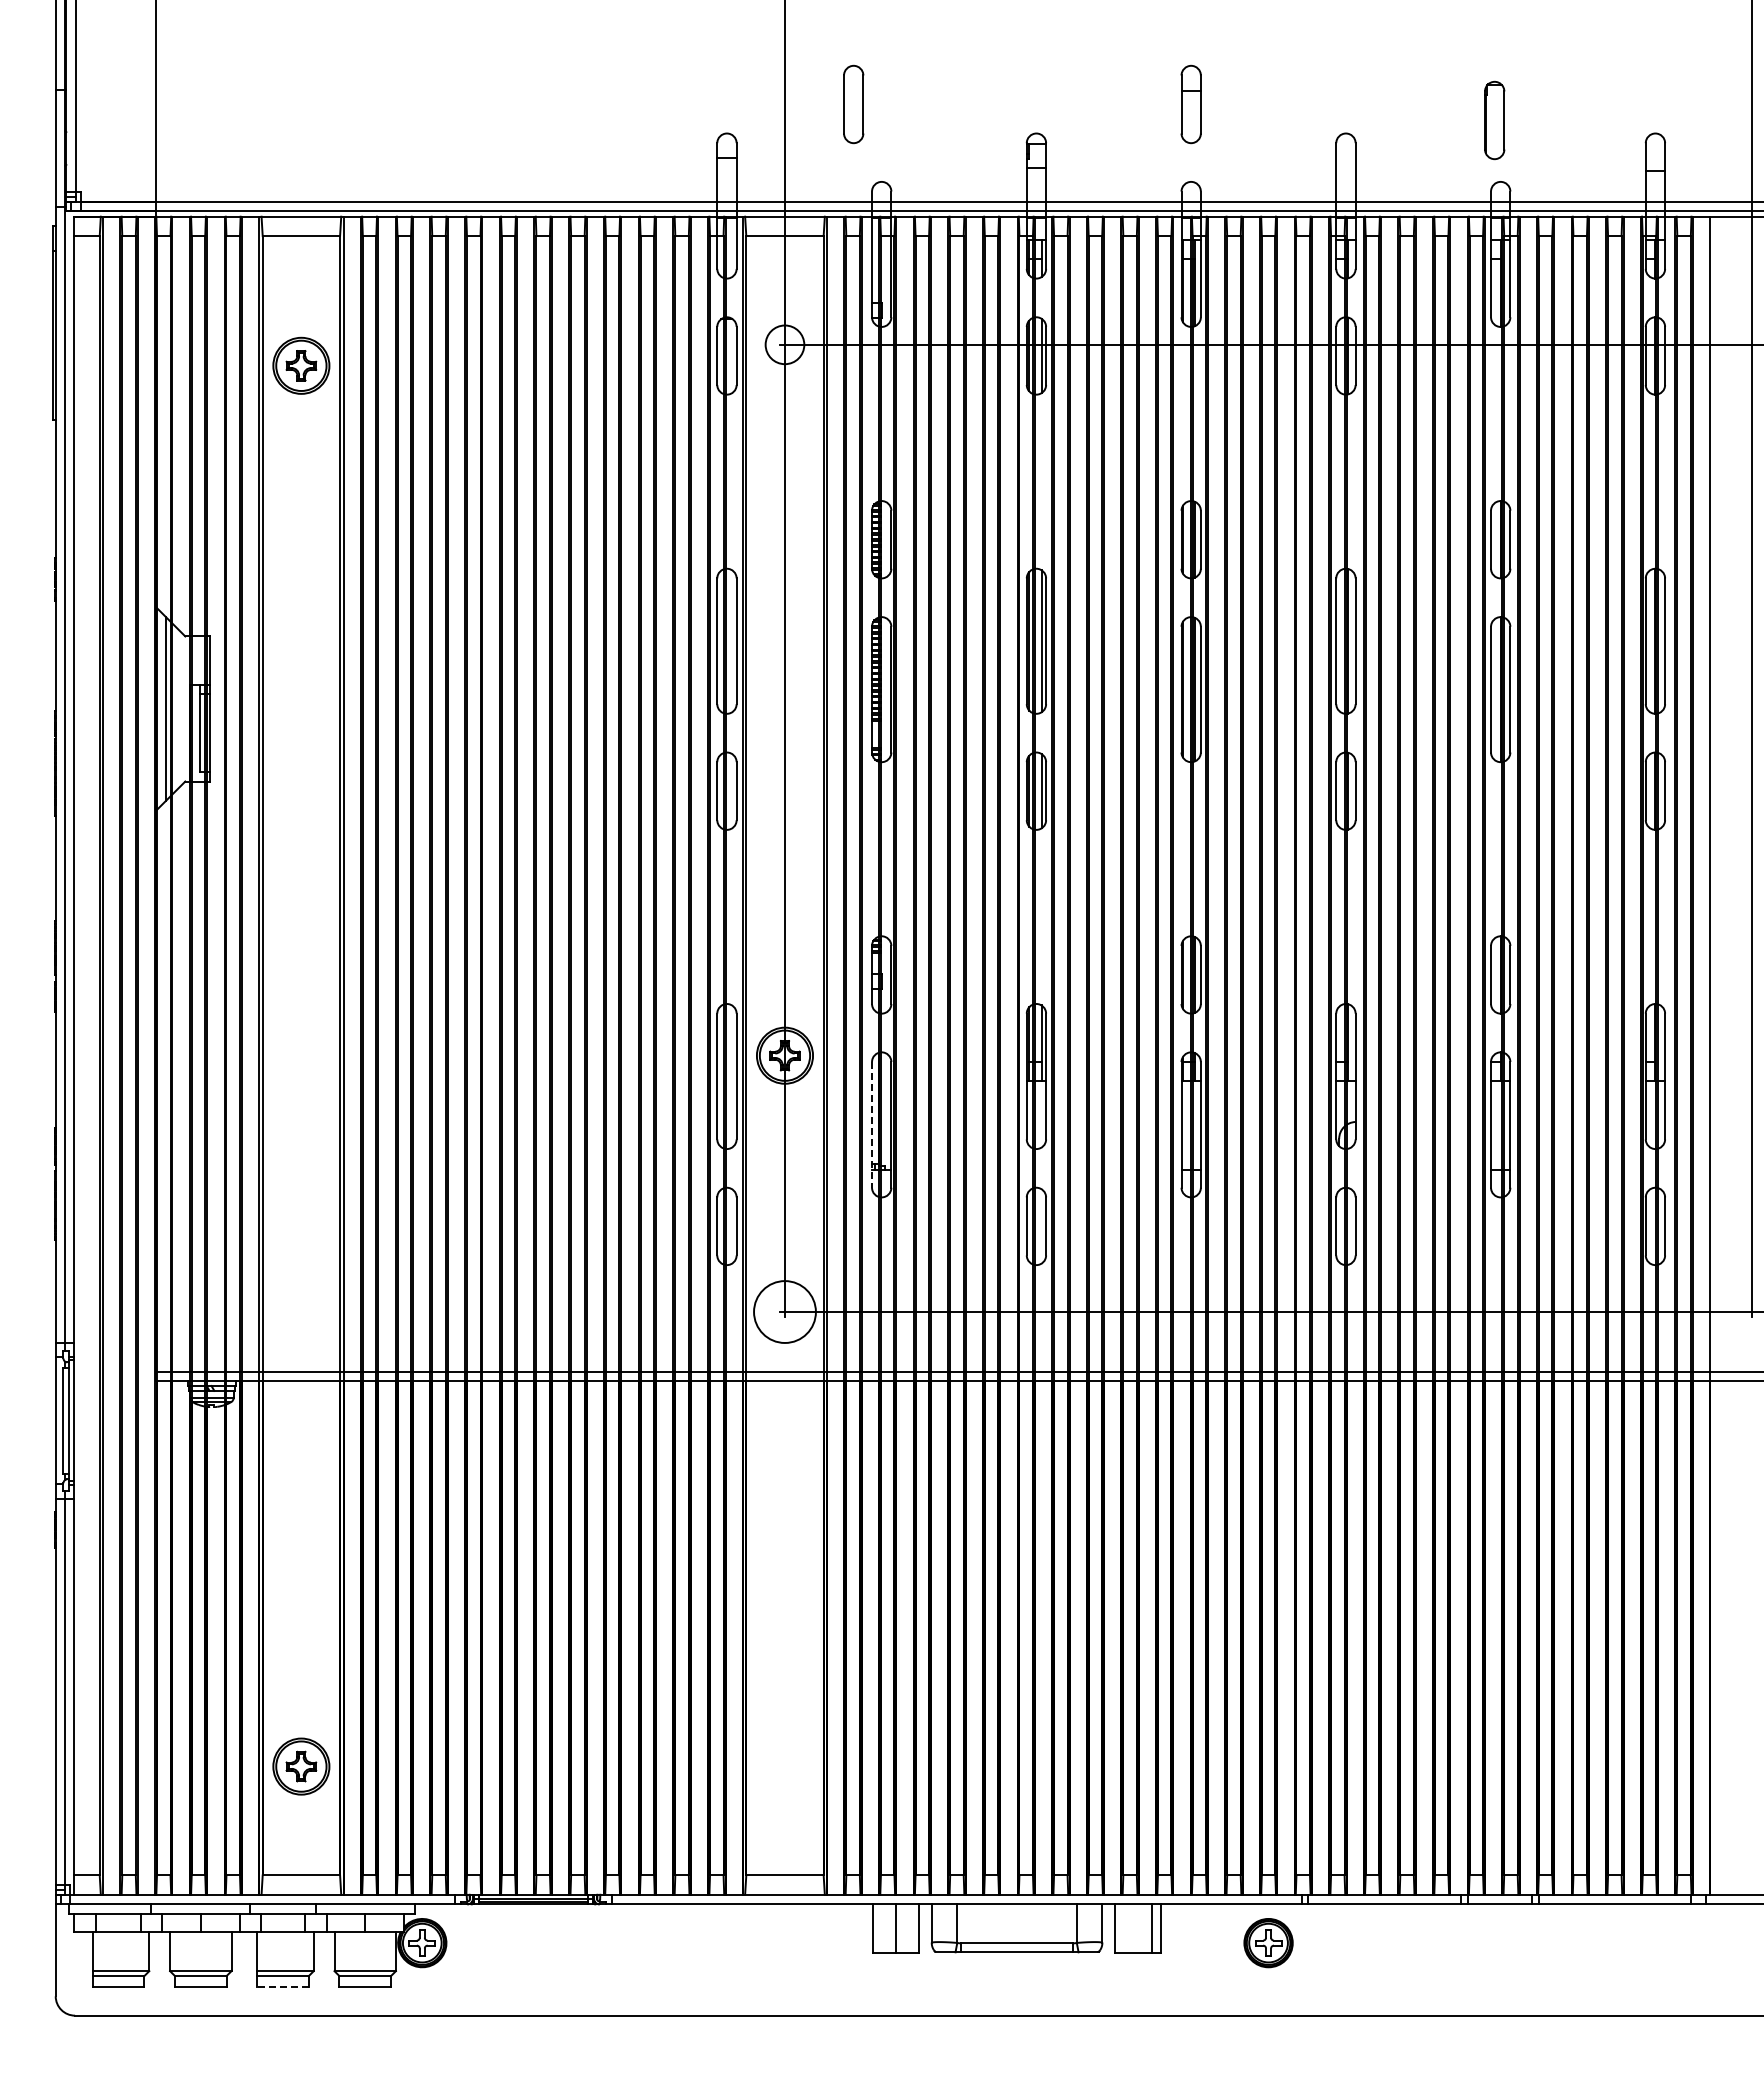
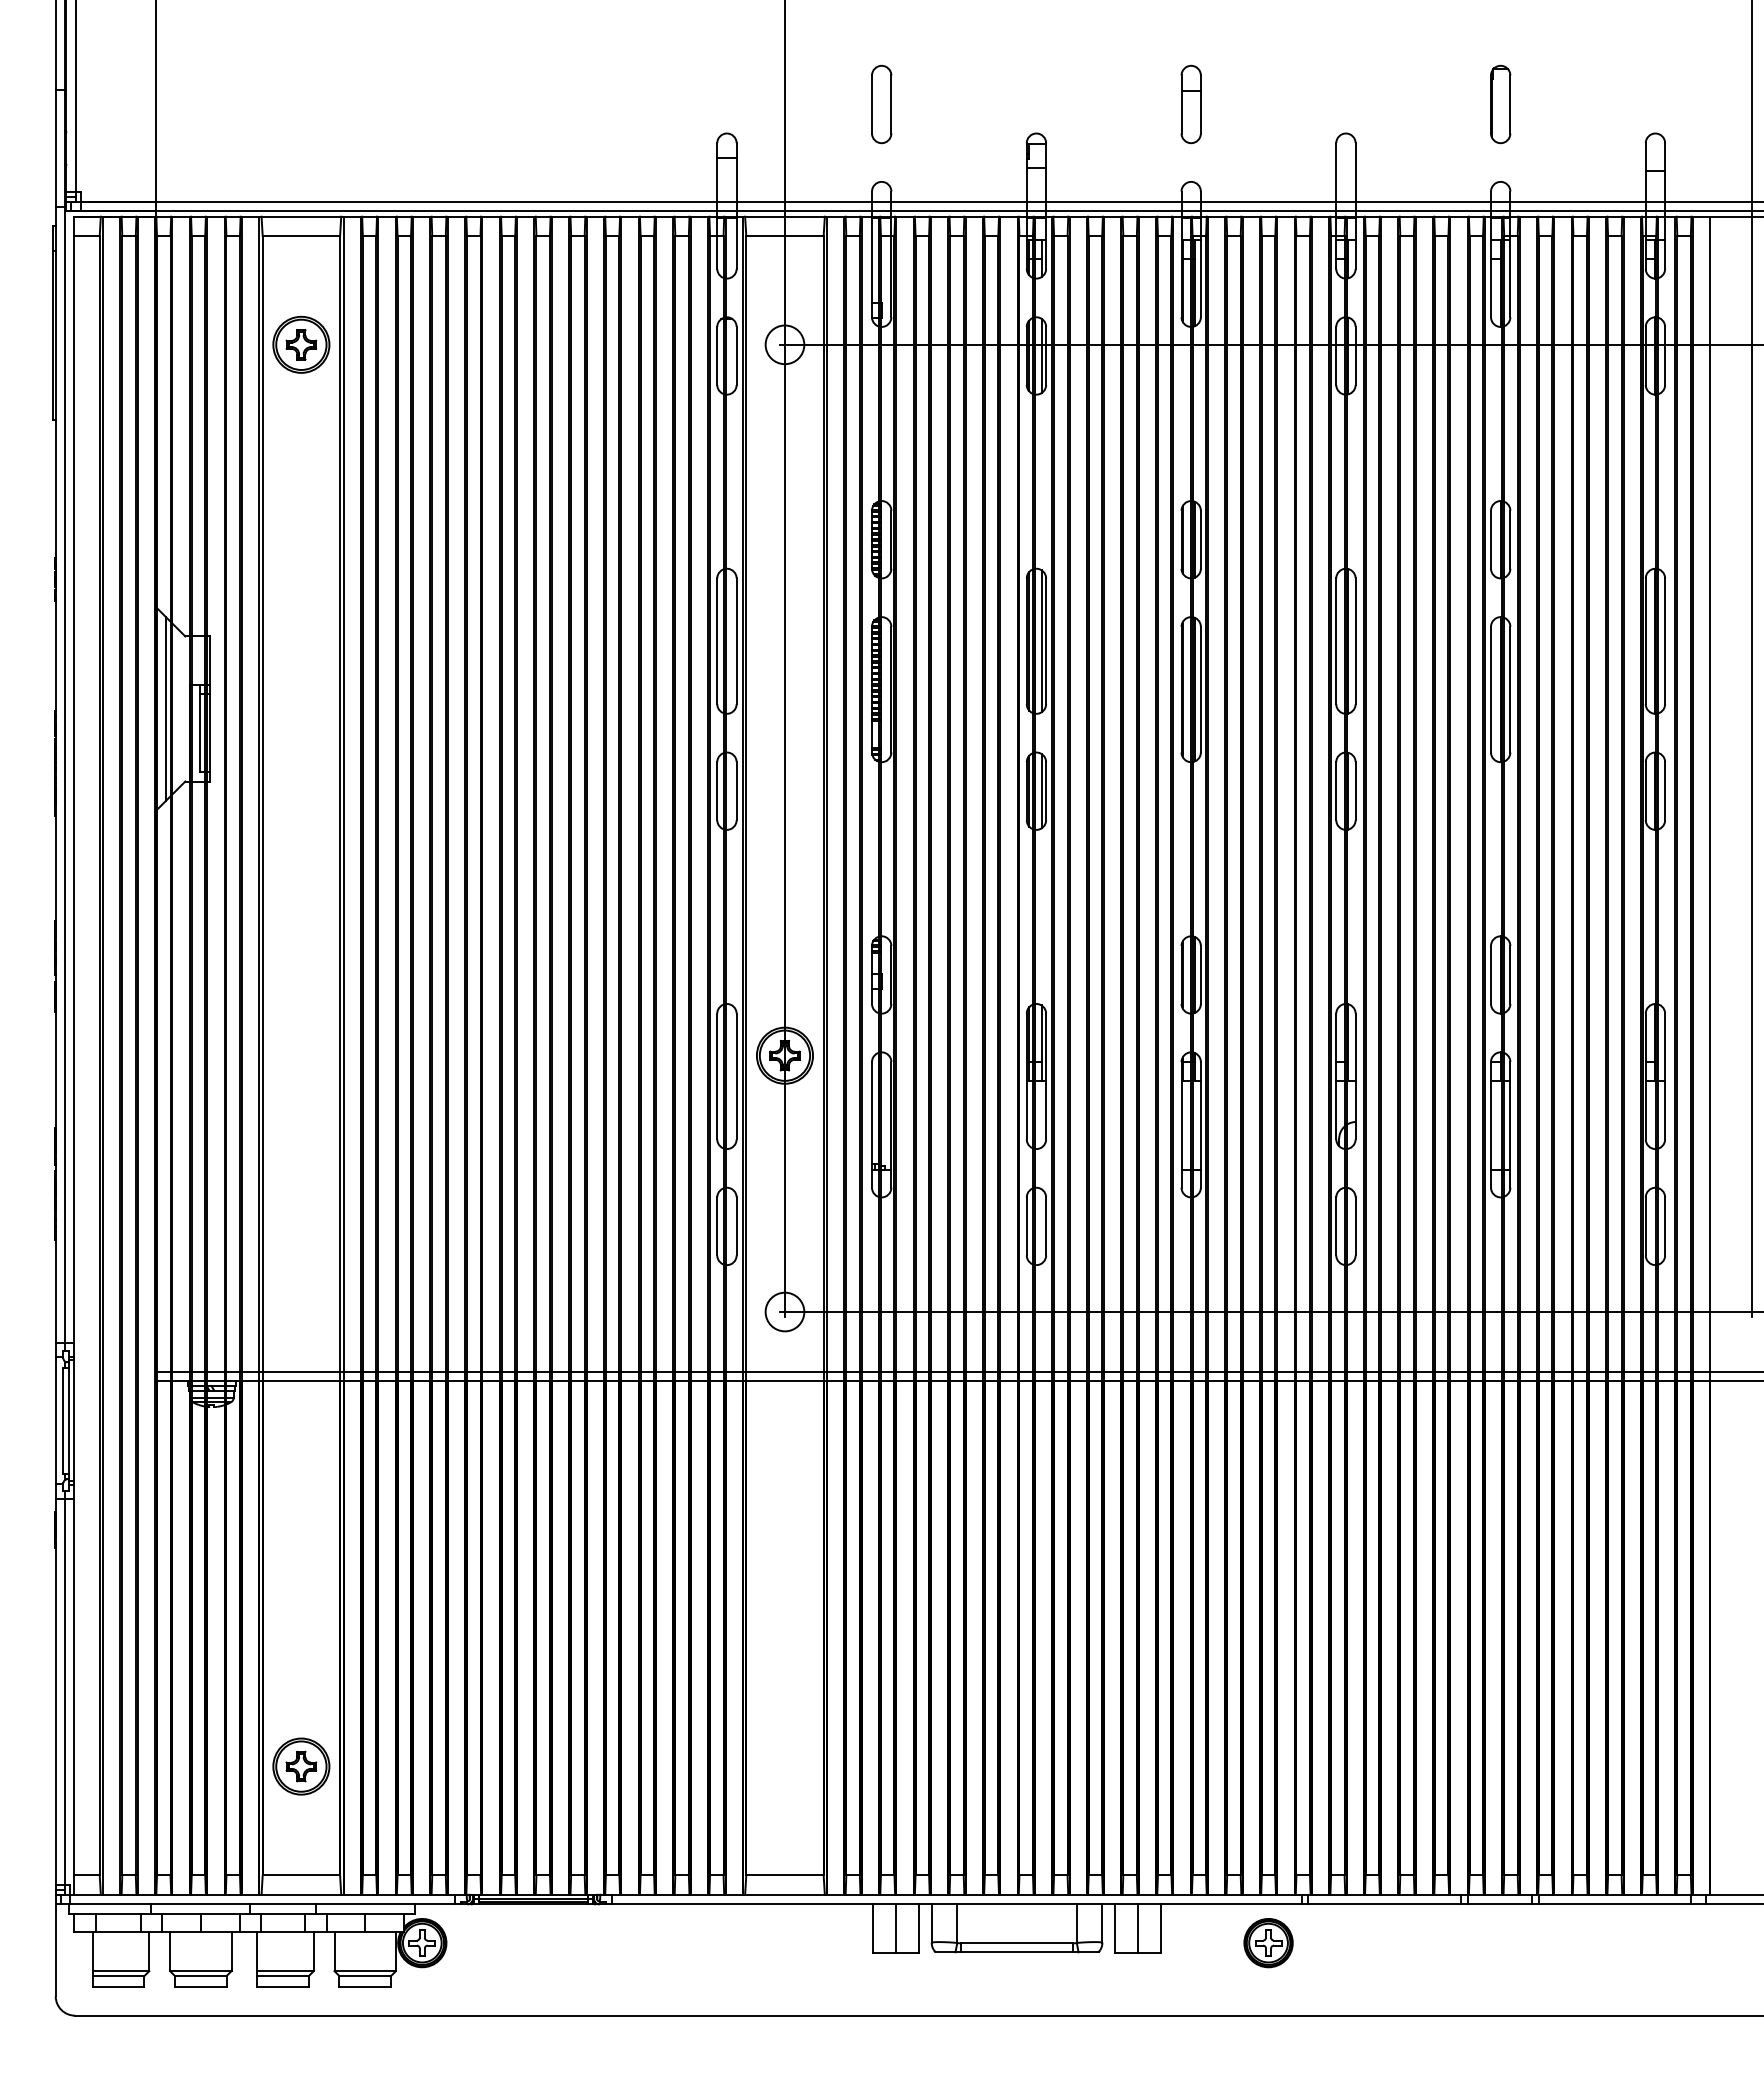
part at (853, 104) position: (853, 104) -> (881, 104)
part at (1494, 120) position: (1494, 120) -> (1500, 104)
part at (301, 365) position: (301, 365) -> (301, 344)
line at (872, 1124): dashed -> solid
circle at (784, 1311) diameter: 62 px -> 39 px
line at (1151, 1928) position: (1151, 1928) -> (1137, 1928)
line at (283, 1986): dashed -> solid
